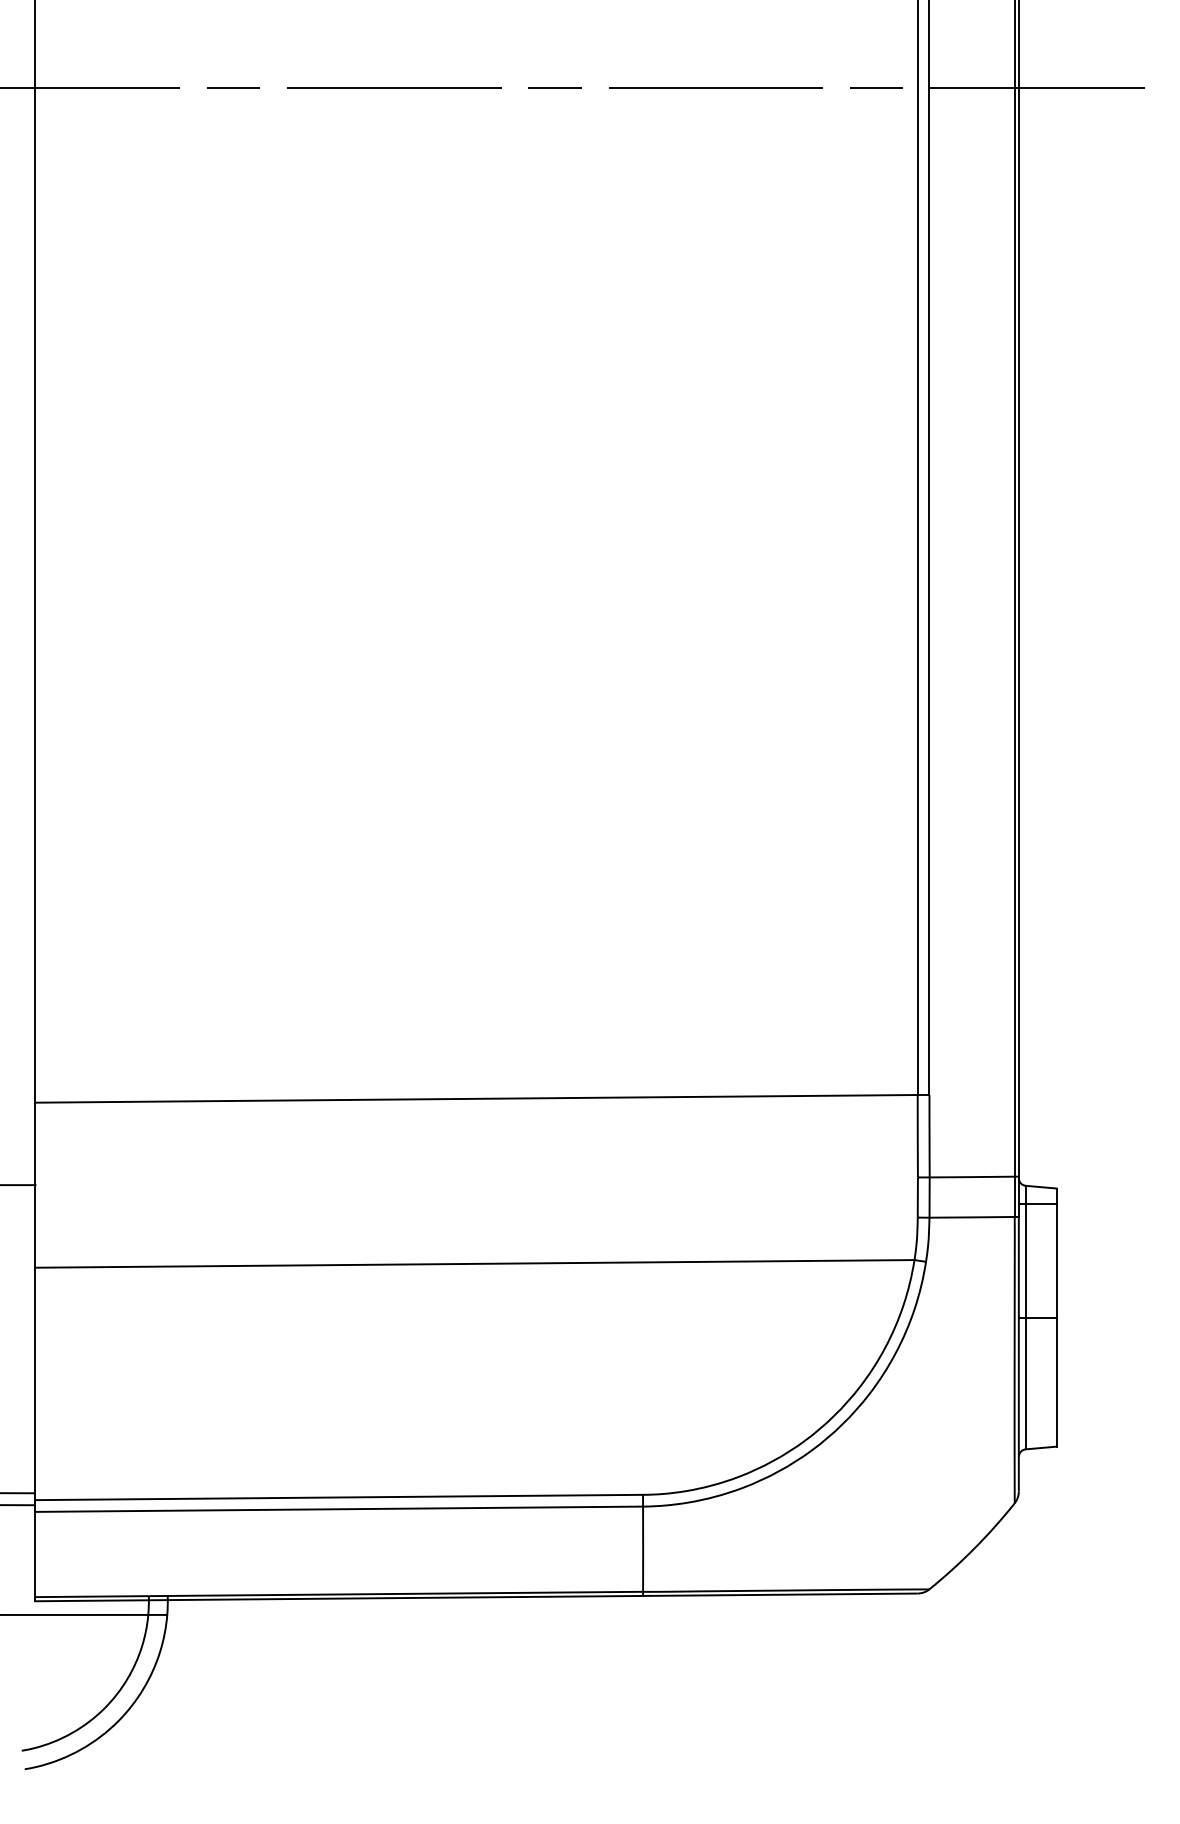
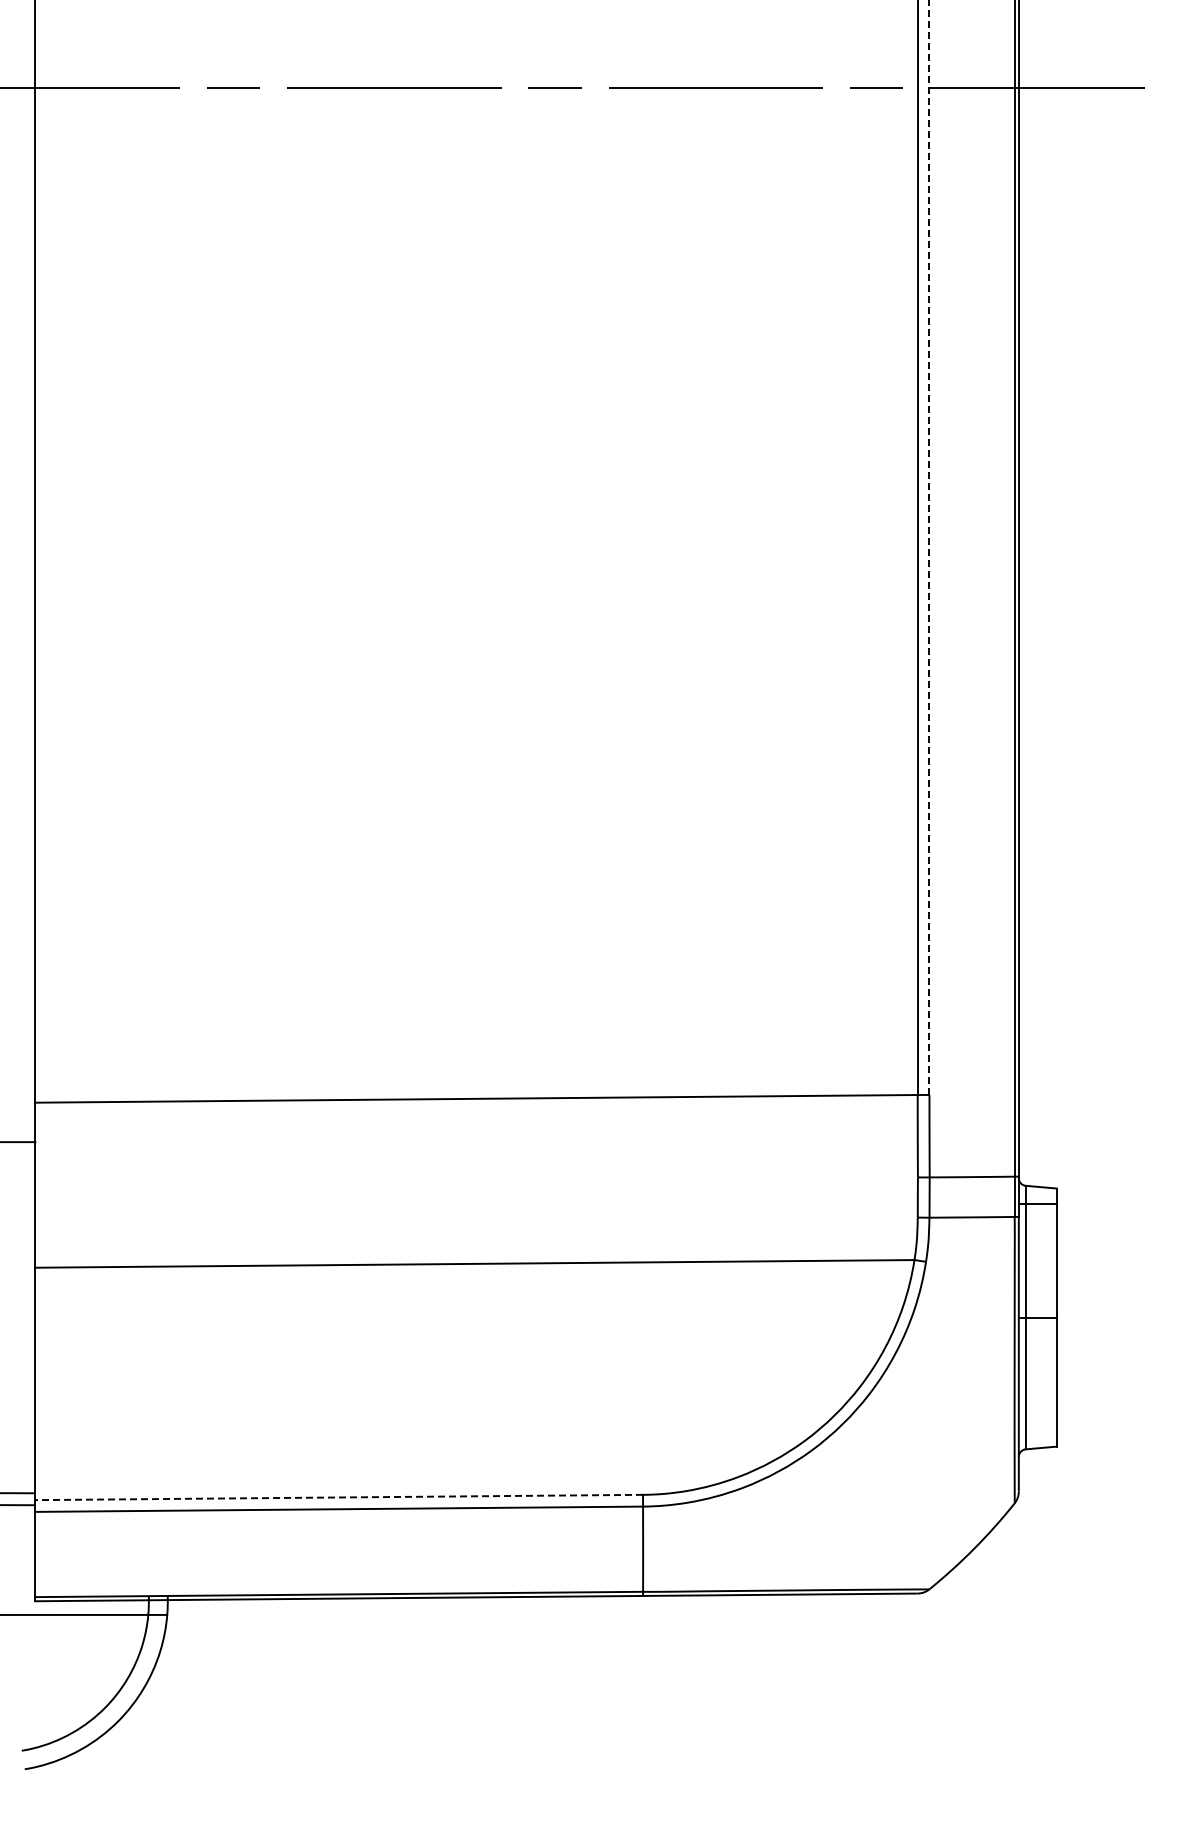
line at (929, 547): solid -> dashed
line at (18, 1185) position: (18, 1185) -> (18, 1142)
line at (339, 1497): solid -> dashed
